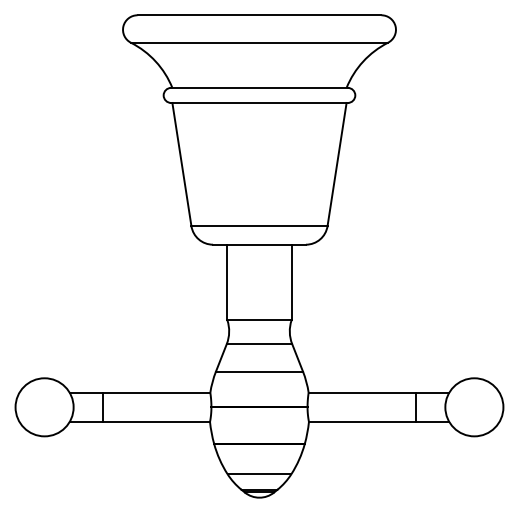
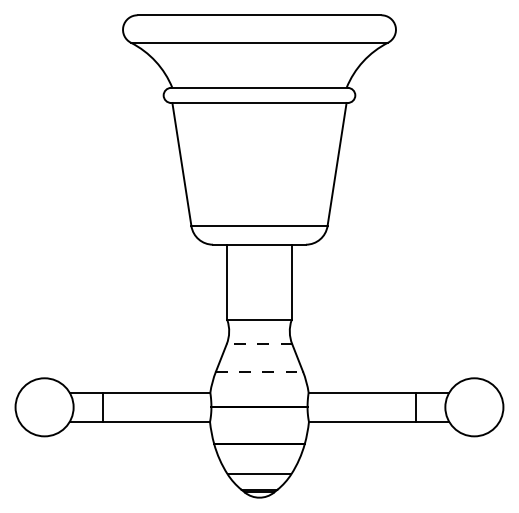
line at (259, 344): solid -> dashed
line at (259, 371): solid -> dashed
